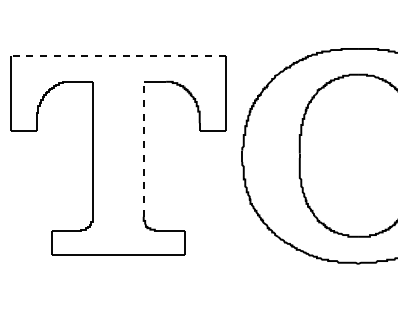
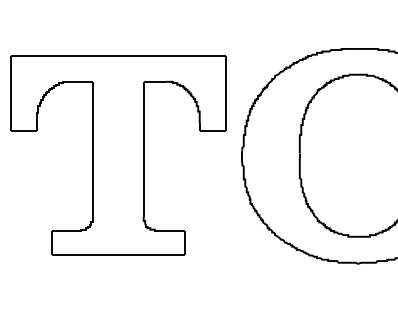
line at (118, 56): dashed -> solid
line at (143, 148): dashed -> solid
